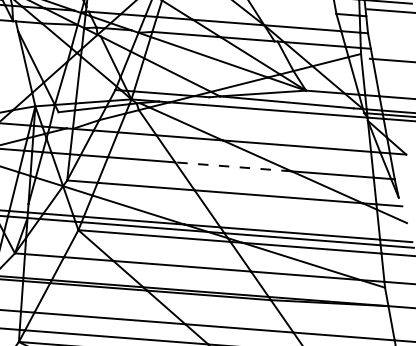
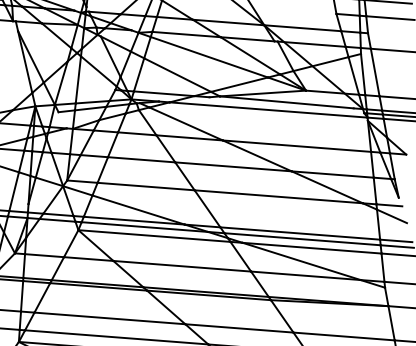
line at (389, 10) position: (389, 10) -> (389, 17)
line at (390, 60) position: (390, 60) -> (391, 49)
line at (232, 166): dashed -> solid
